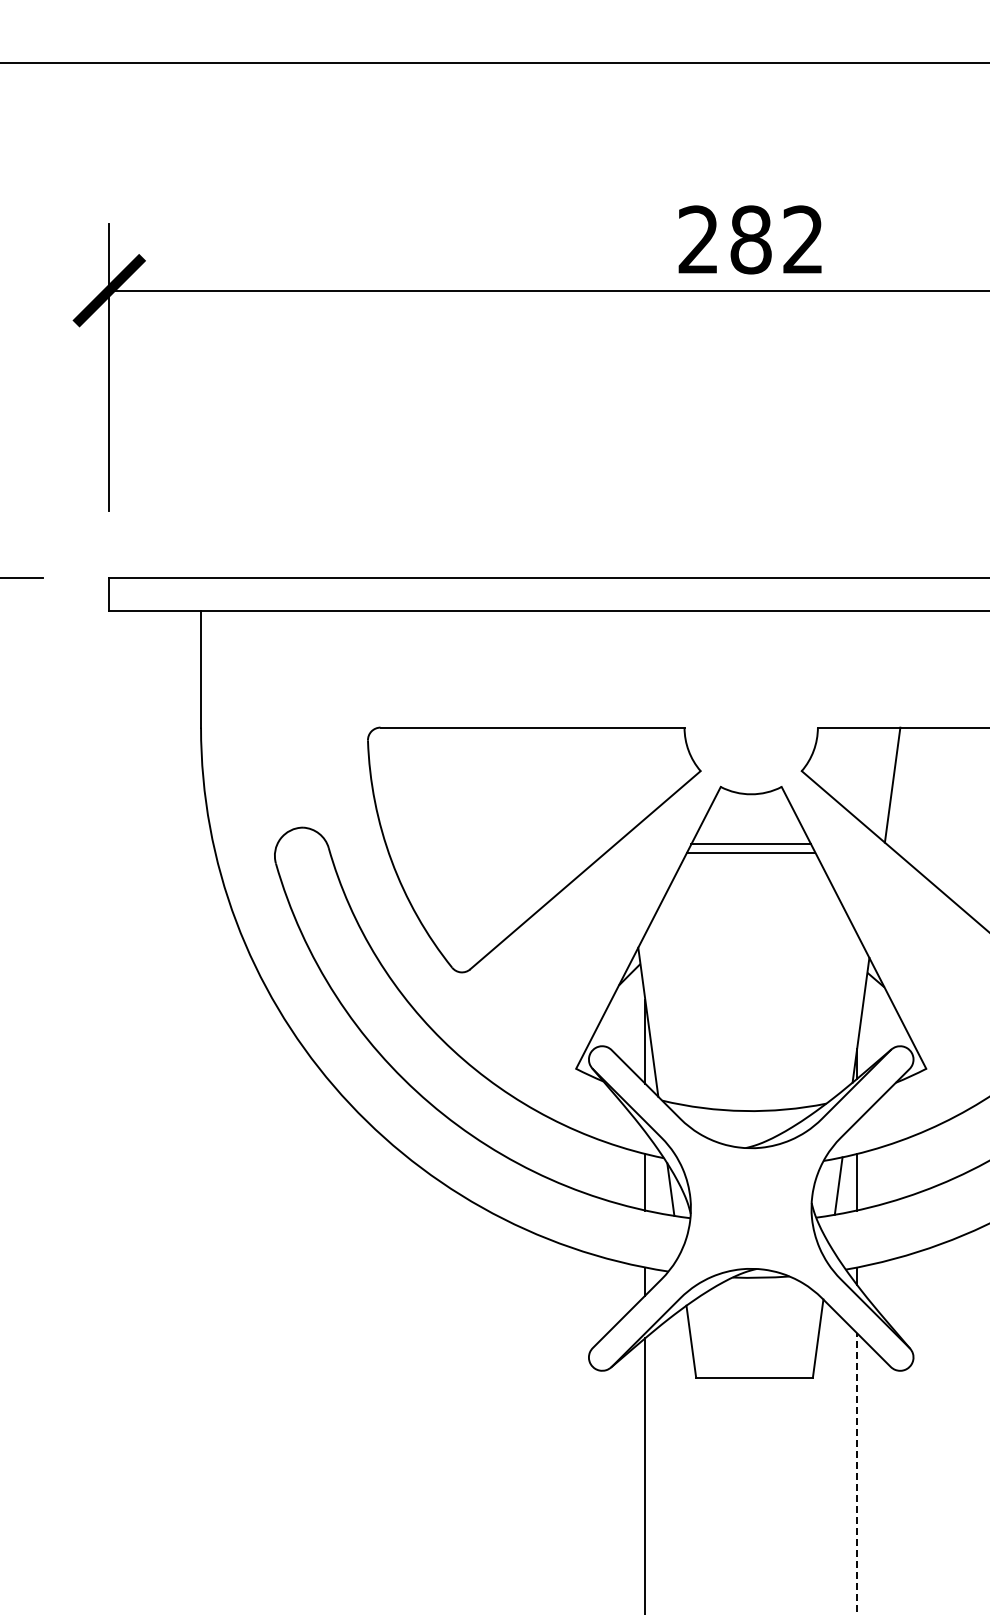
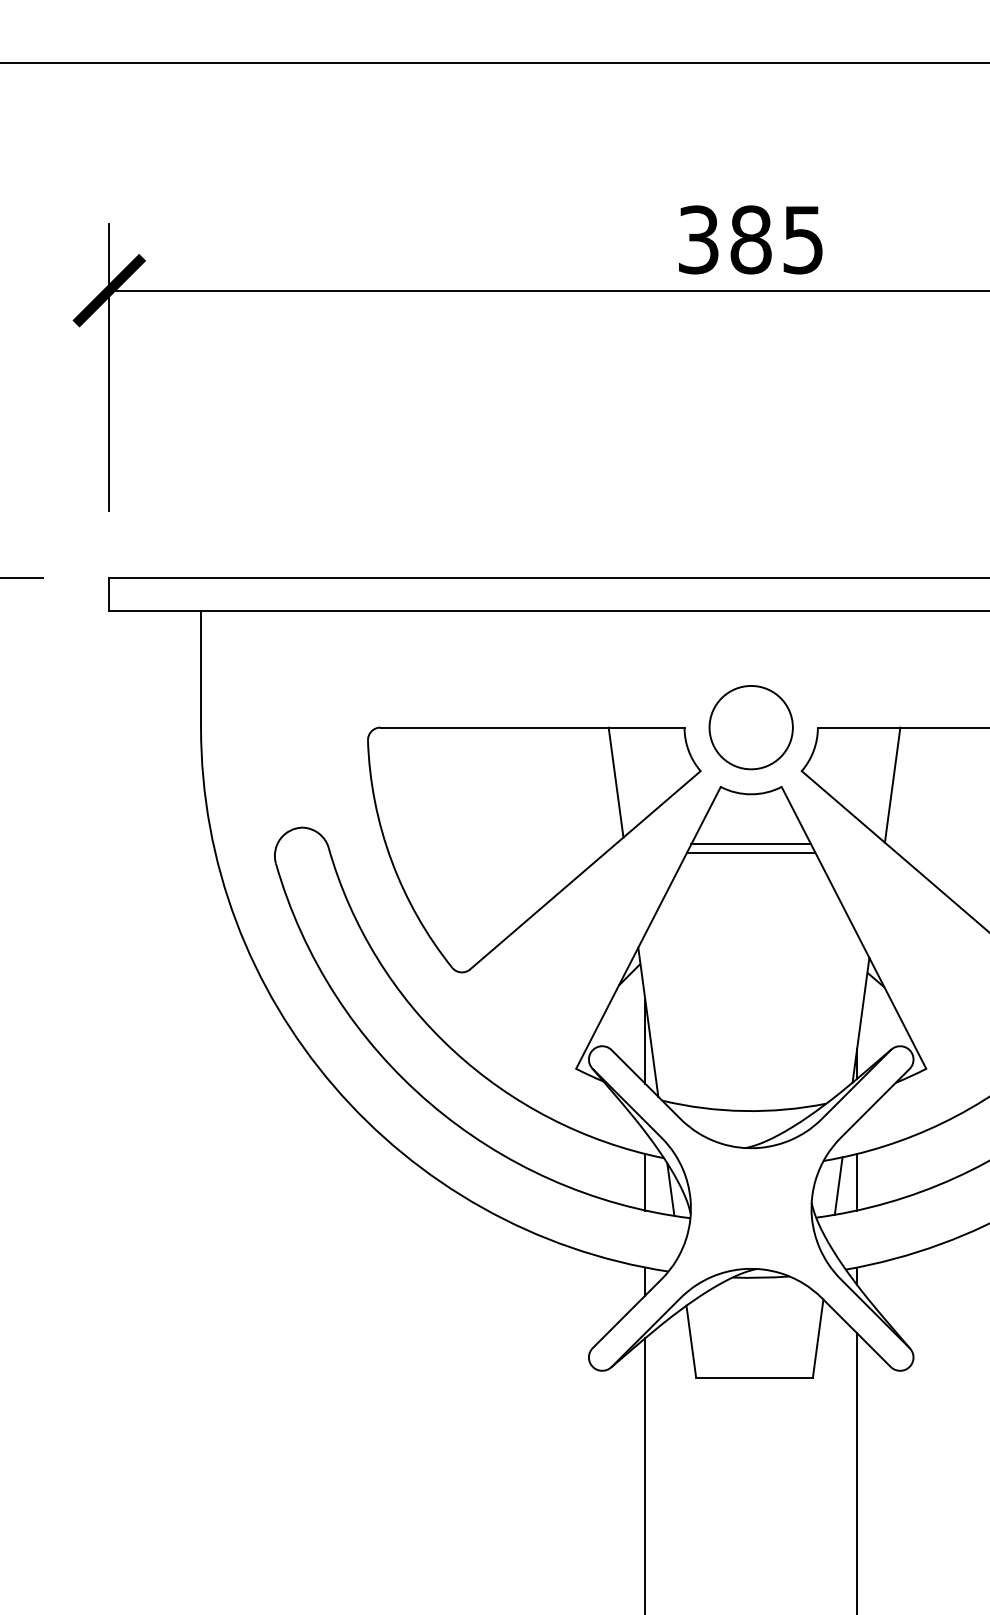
text at (750, 239): 282 -> 385
circle at (750, 727): none -> present
line at (615, 782): none -> present
line at (857, 1473): dashed -> solid
